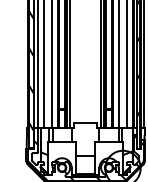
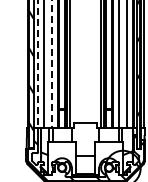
line at (38, 64): solid -> dashed
line at (52, 64): solid -> dashed
